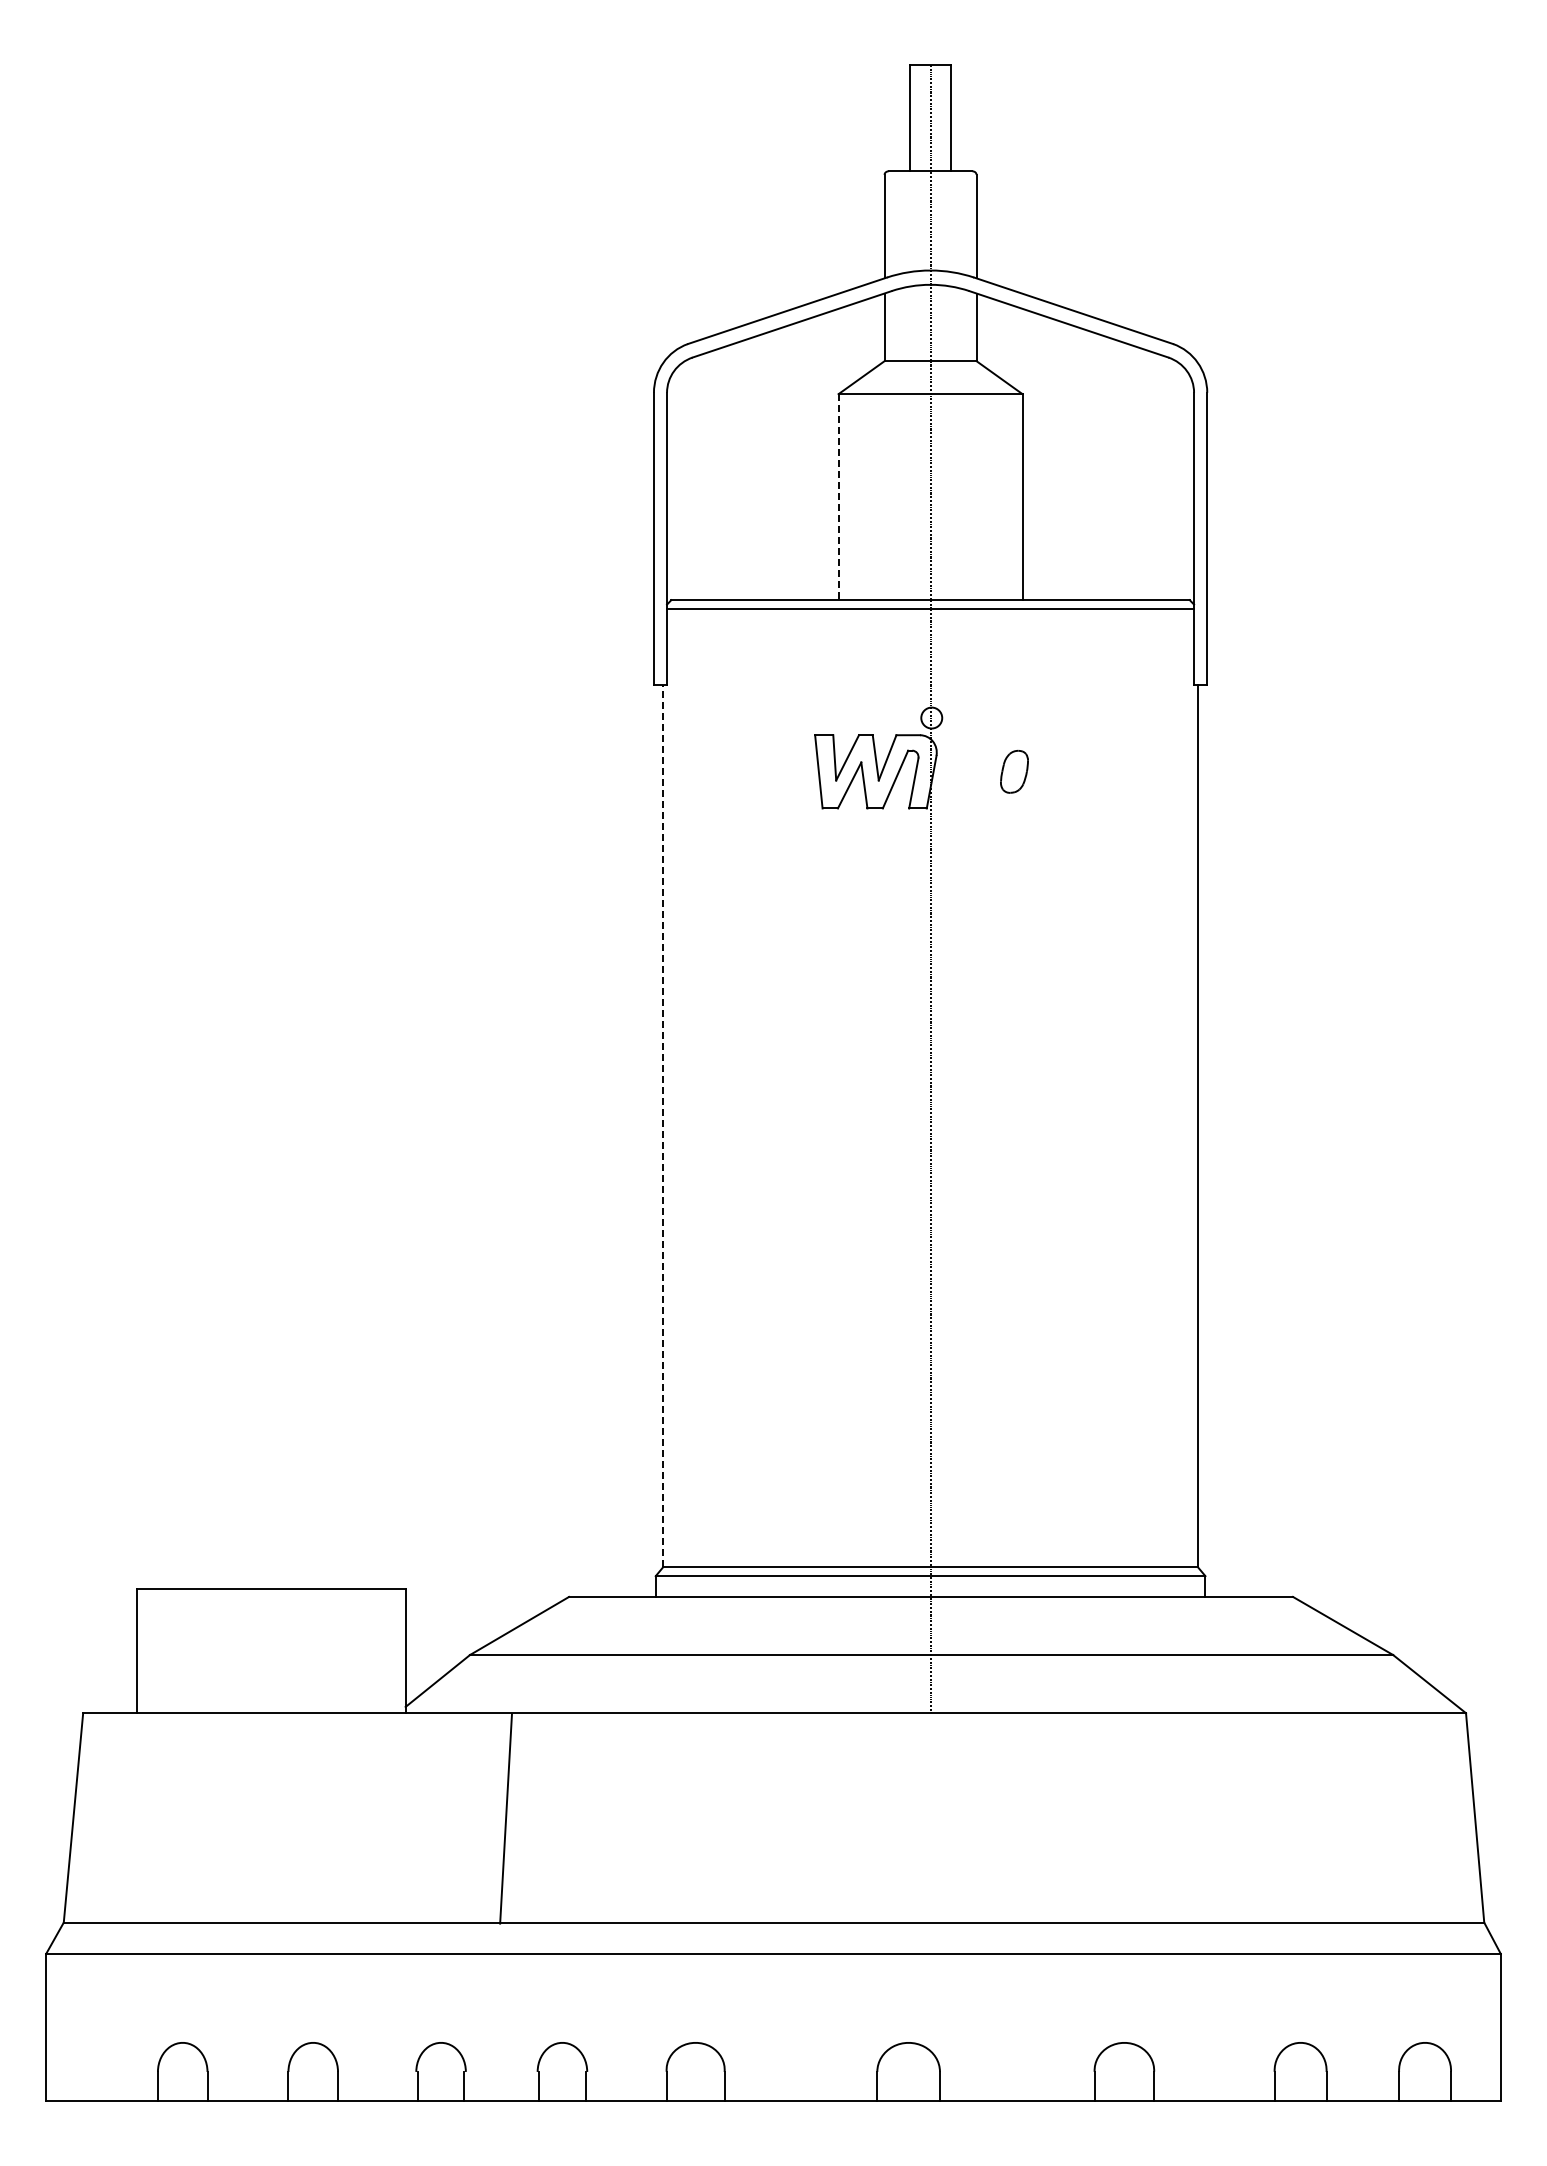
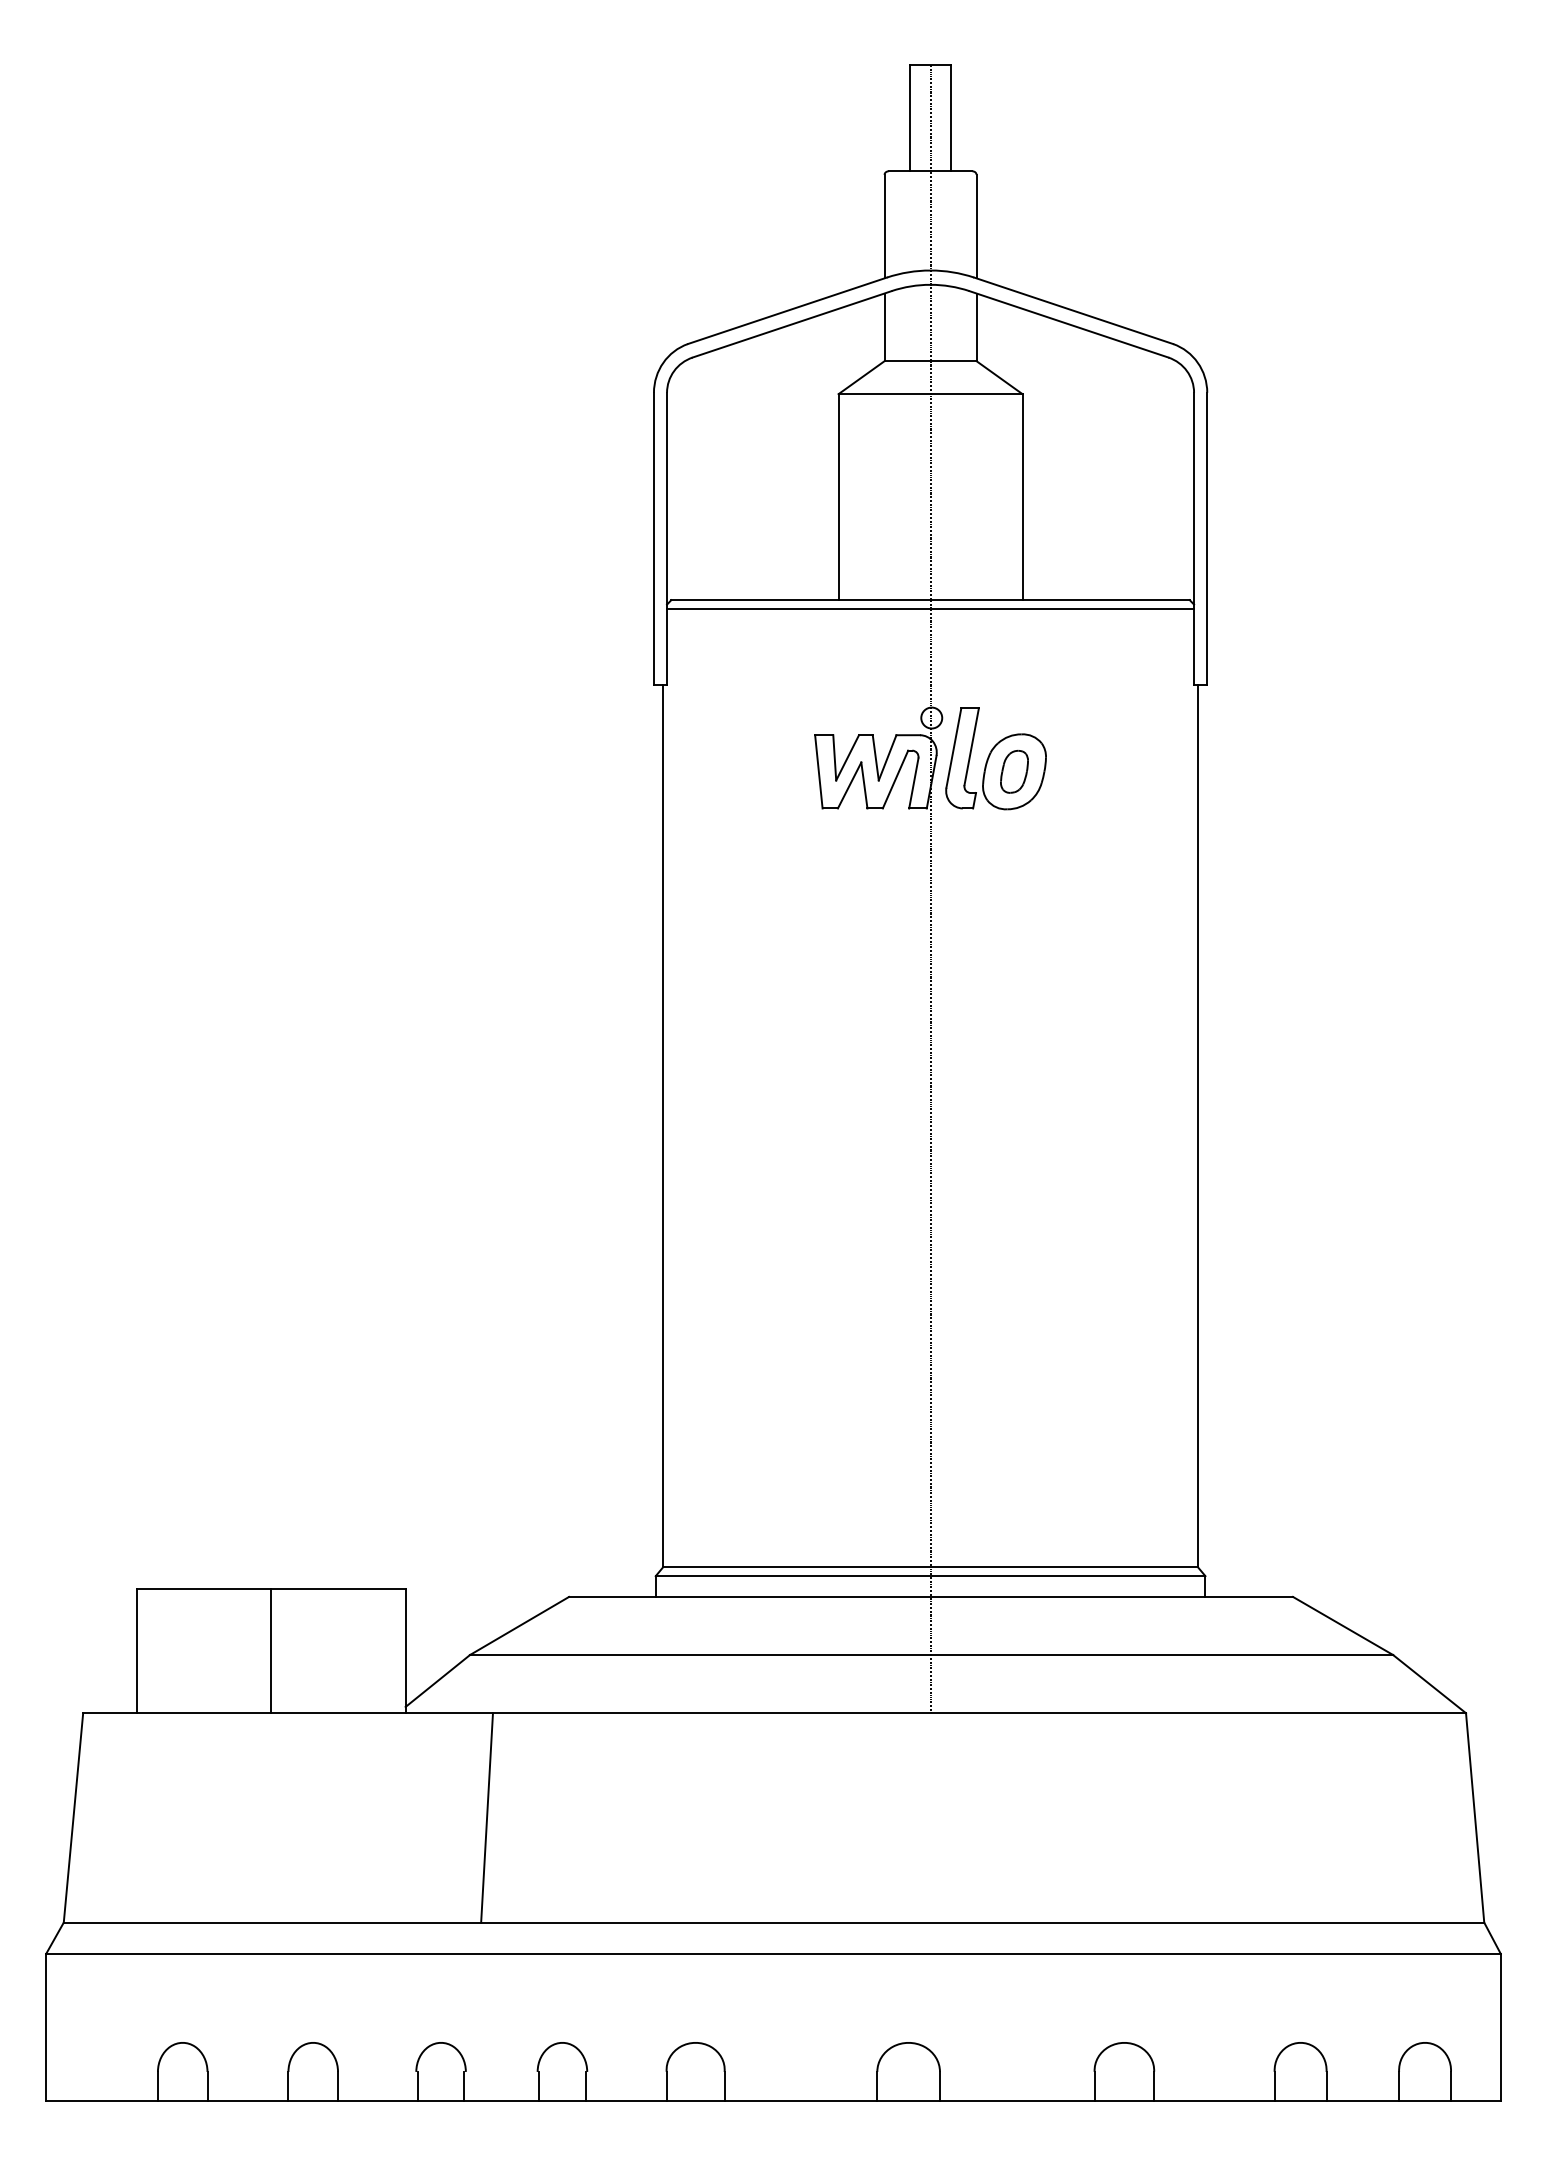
line at (838, 497): dashed -> solid
part at (995, 758): none -> present
line at (662, 1125): dashed -> solid
line at (271, 1651): none -> present
line at (505, 1818) position: (505, 1818) -> (486, 1817)
